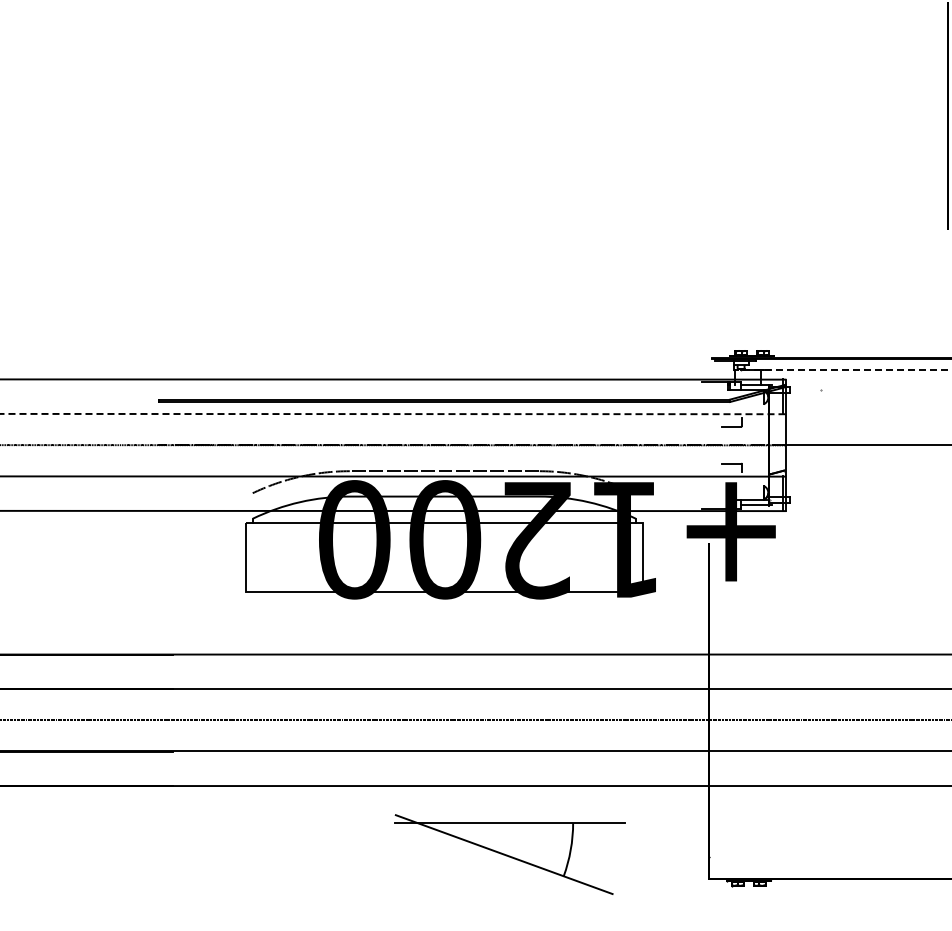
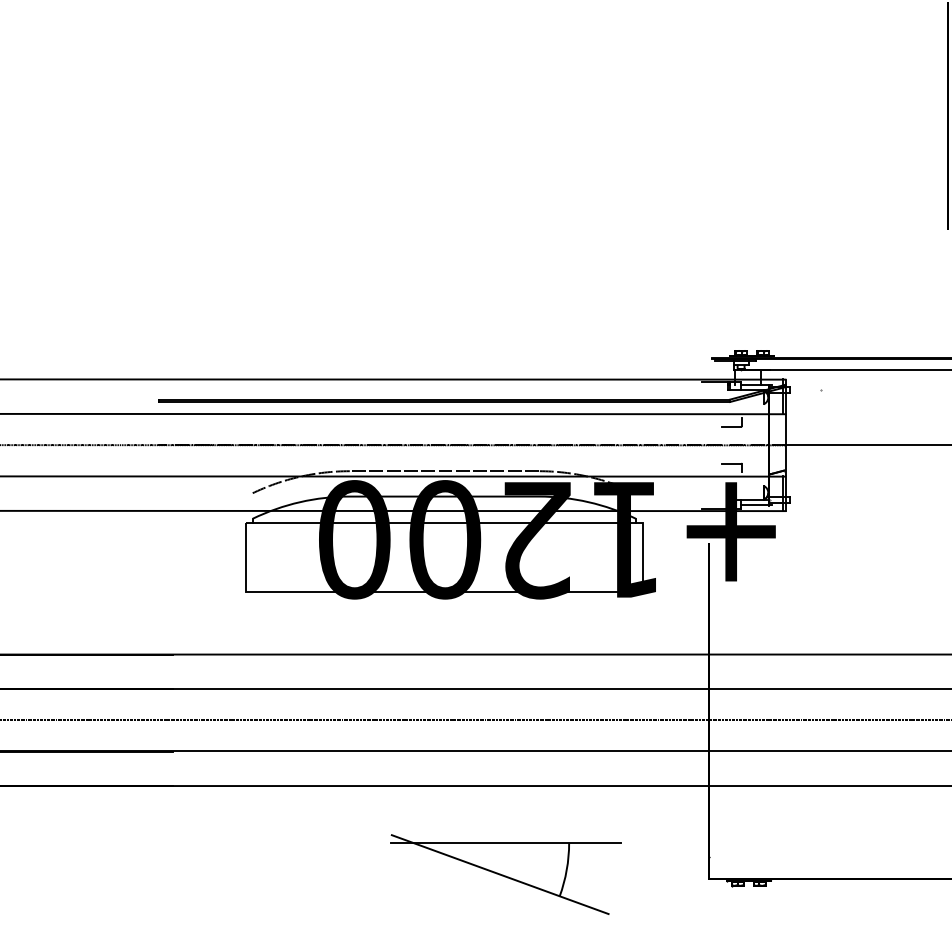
line at (842, 370): dashed -> solid
line at (392, 414): dashed -> solid
part at (509, 854) position: (509, 854) -> (505, 874)
